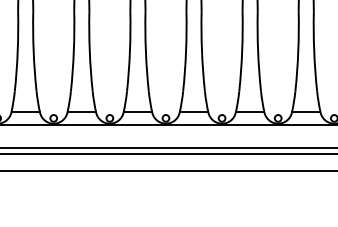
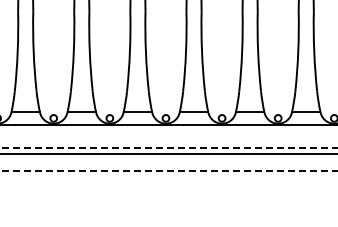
line at (169, 148): solid -> dashed
line at (169, 170): solid -> dashed
